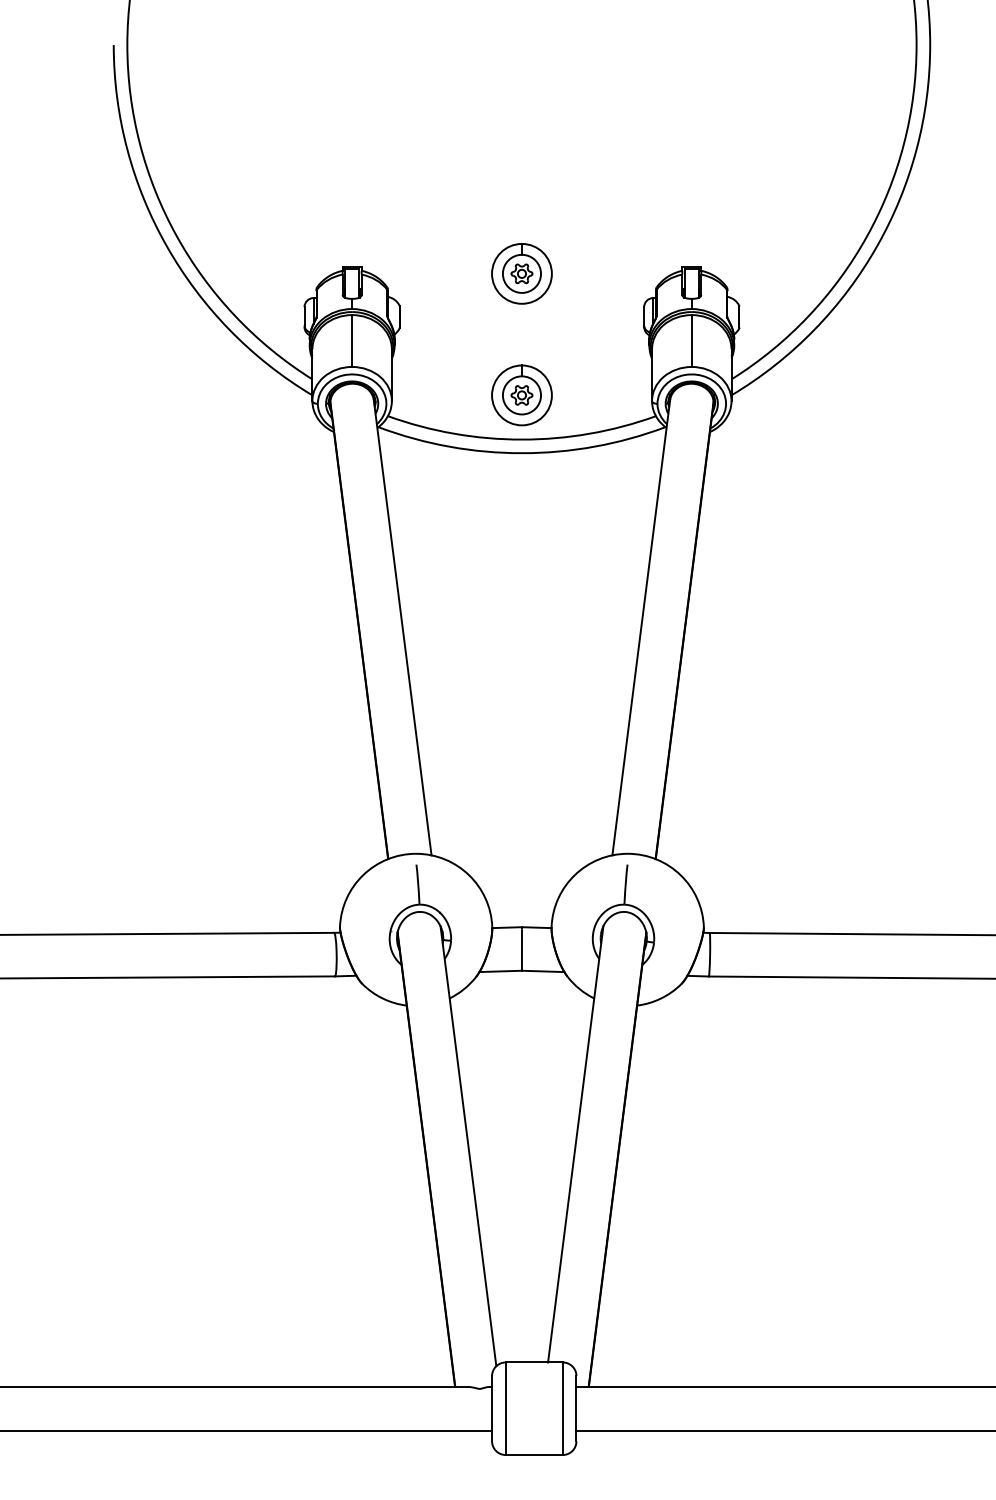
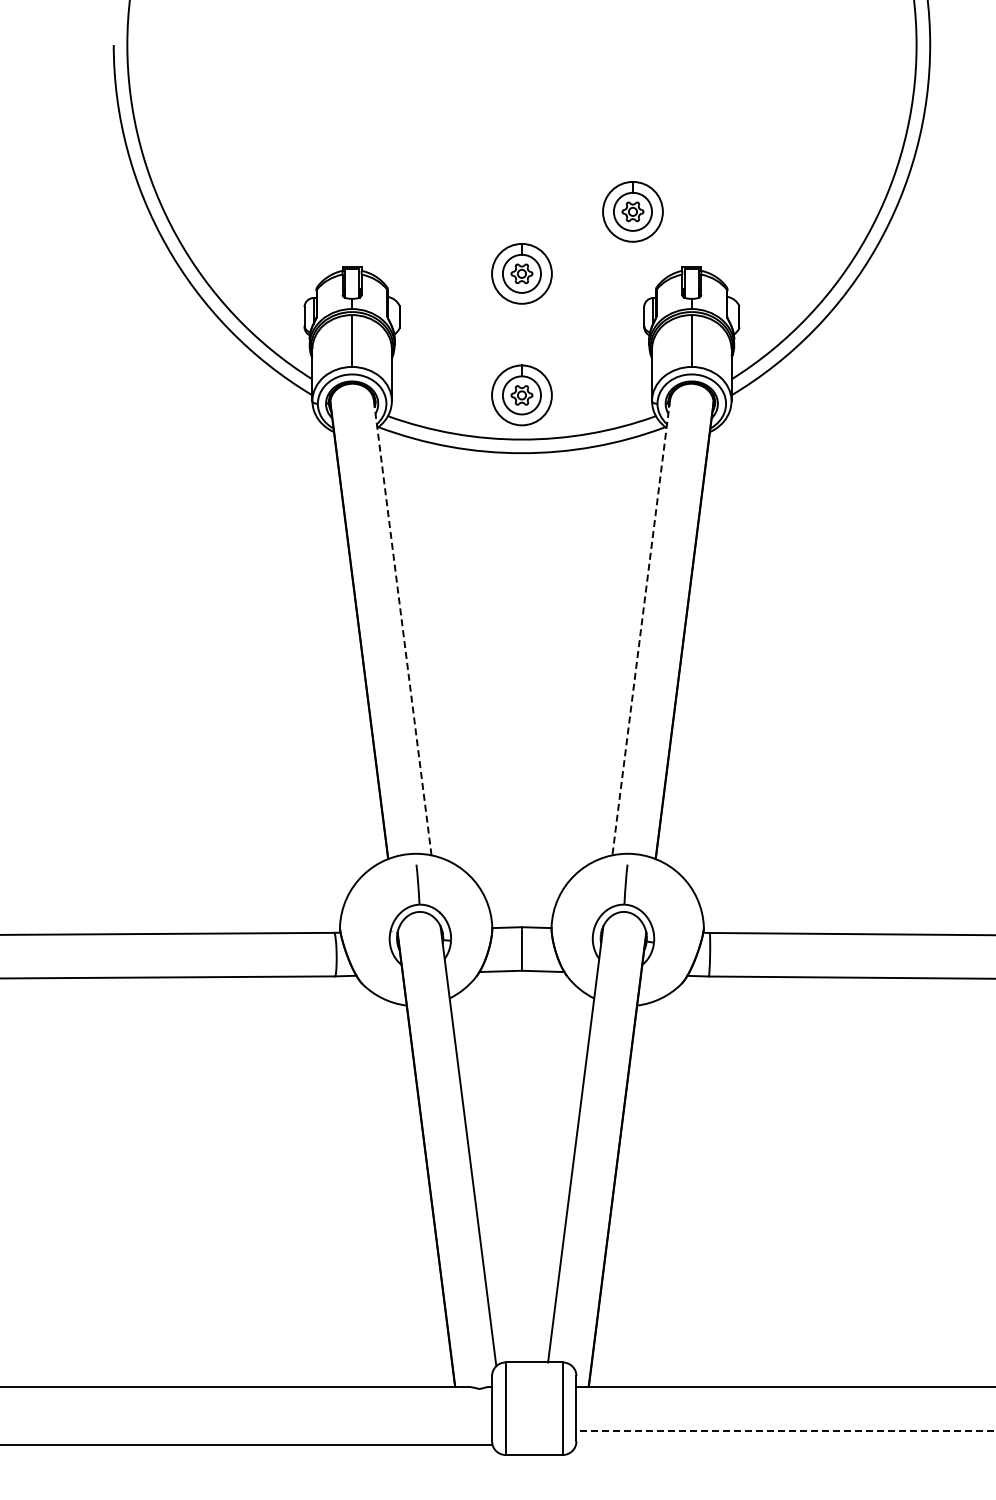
part at (632, 211): none -> present
line at (402, 627): solid -> dashed
line at (641, 628): solid -> dashed
line at (247, 1430) position: (247, 1430) -> (247, 1444)
line at (785, 1430): solid -> dashed
